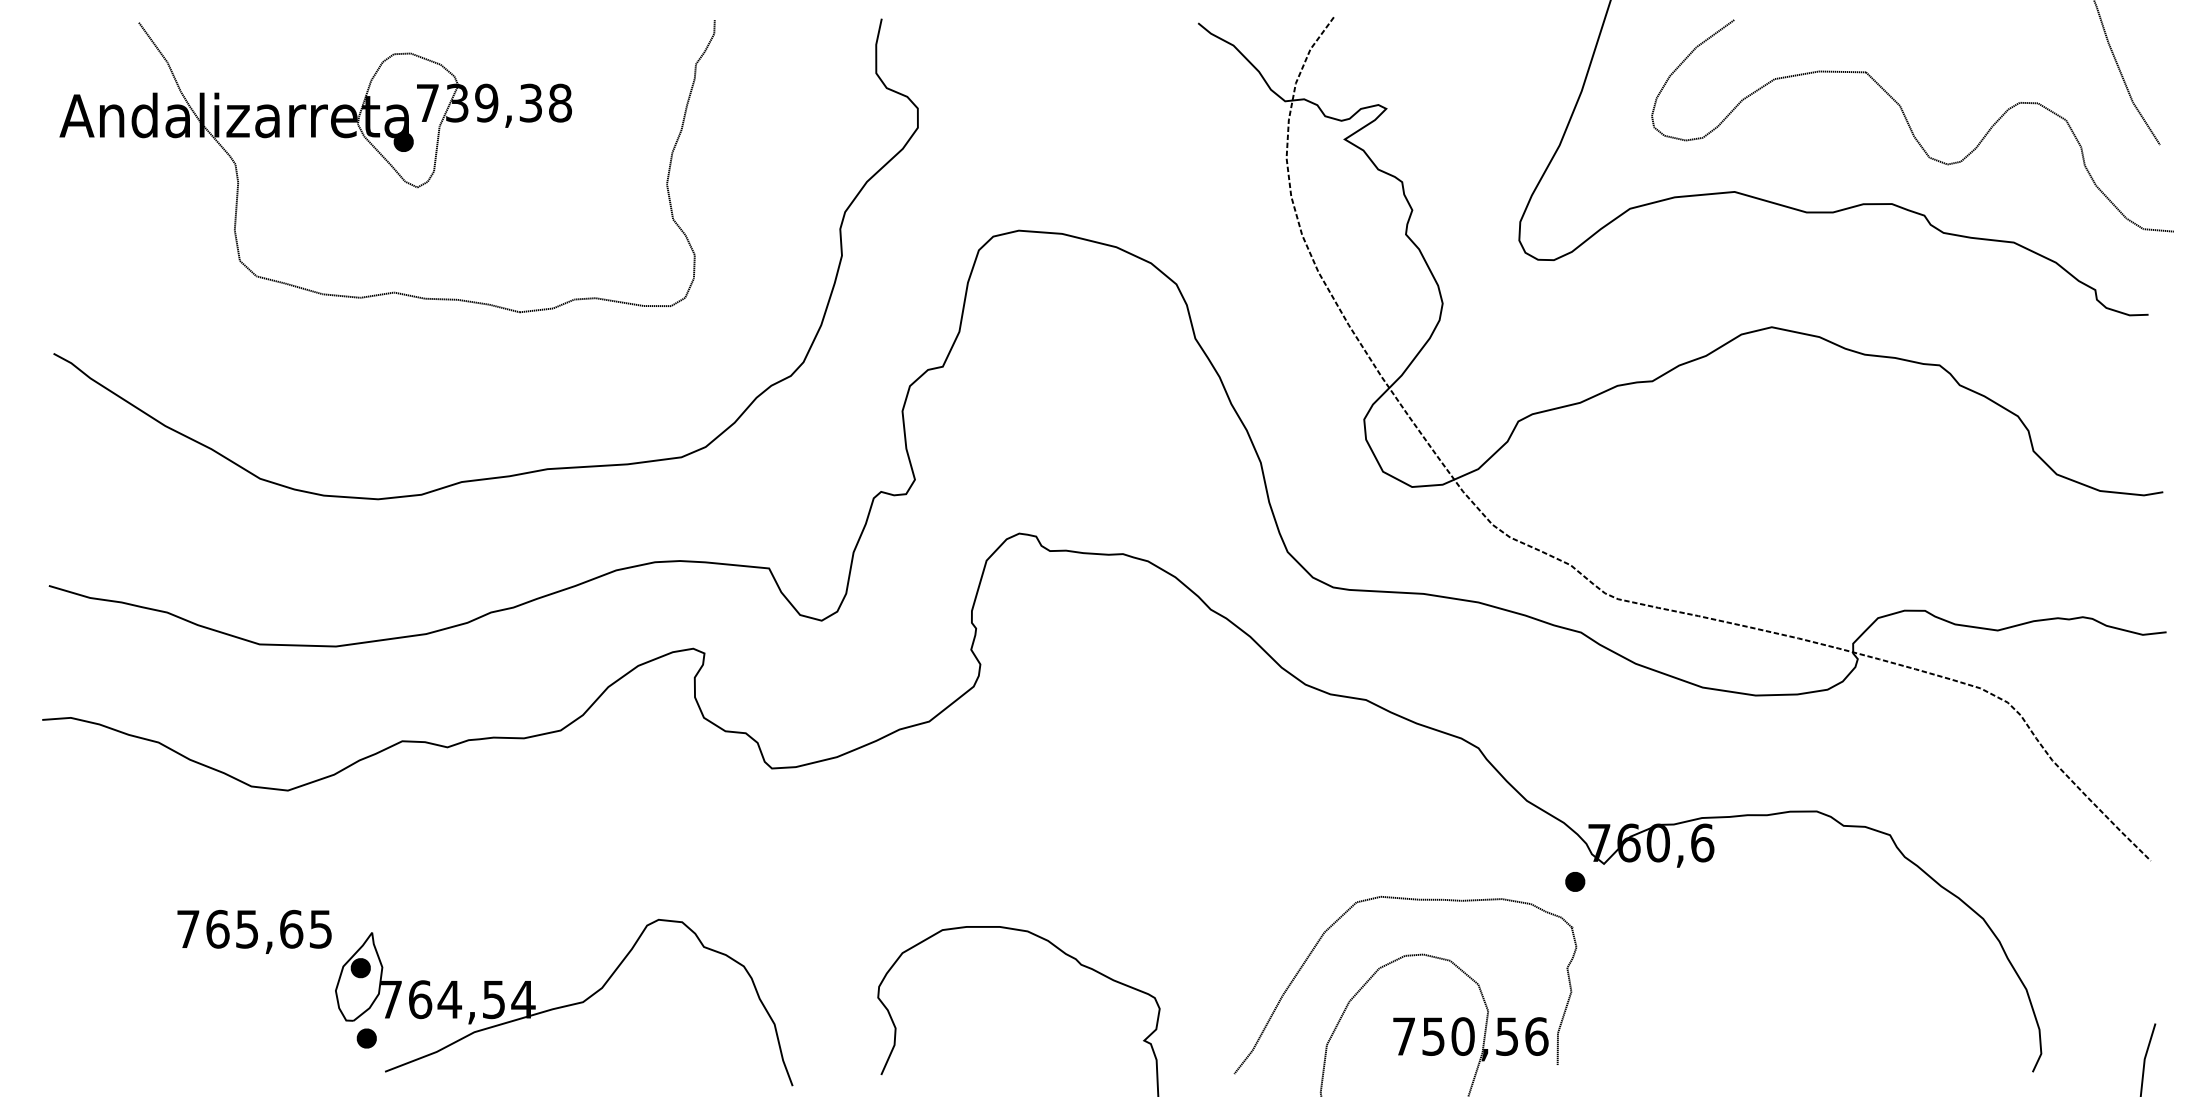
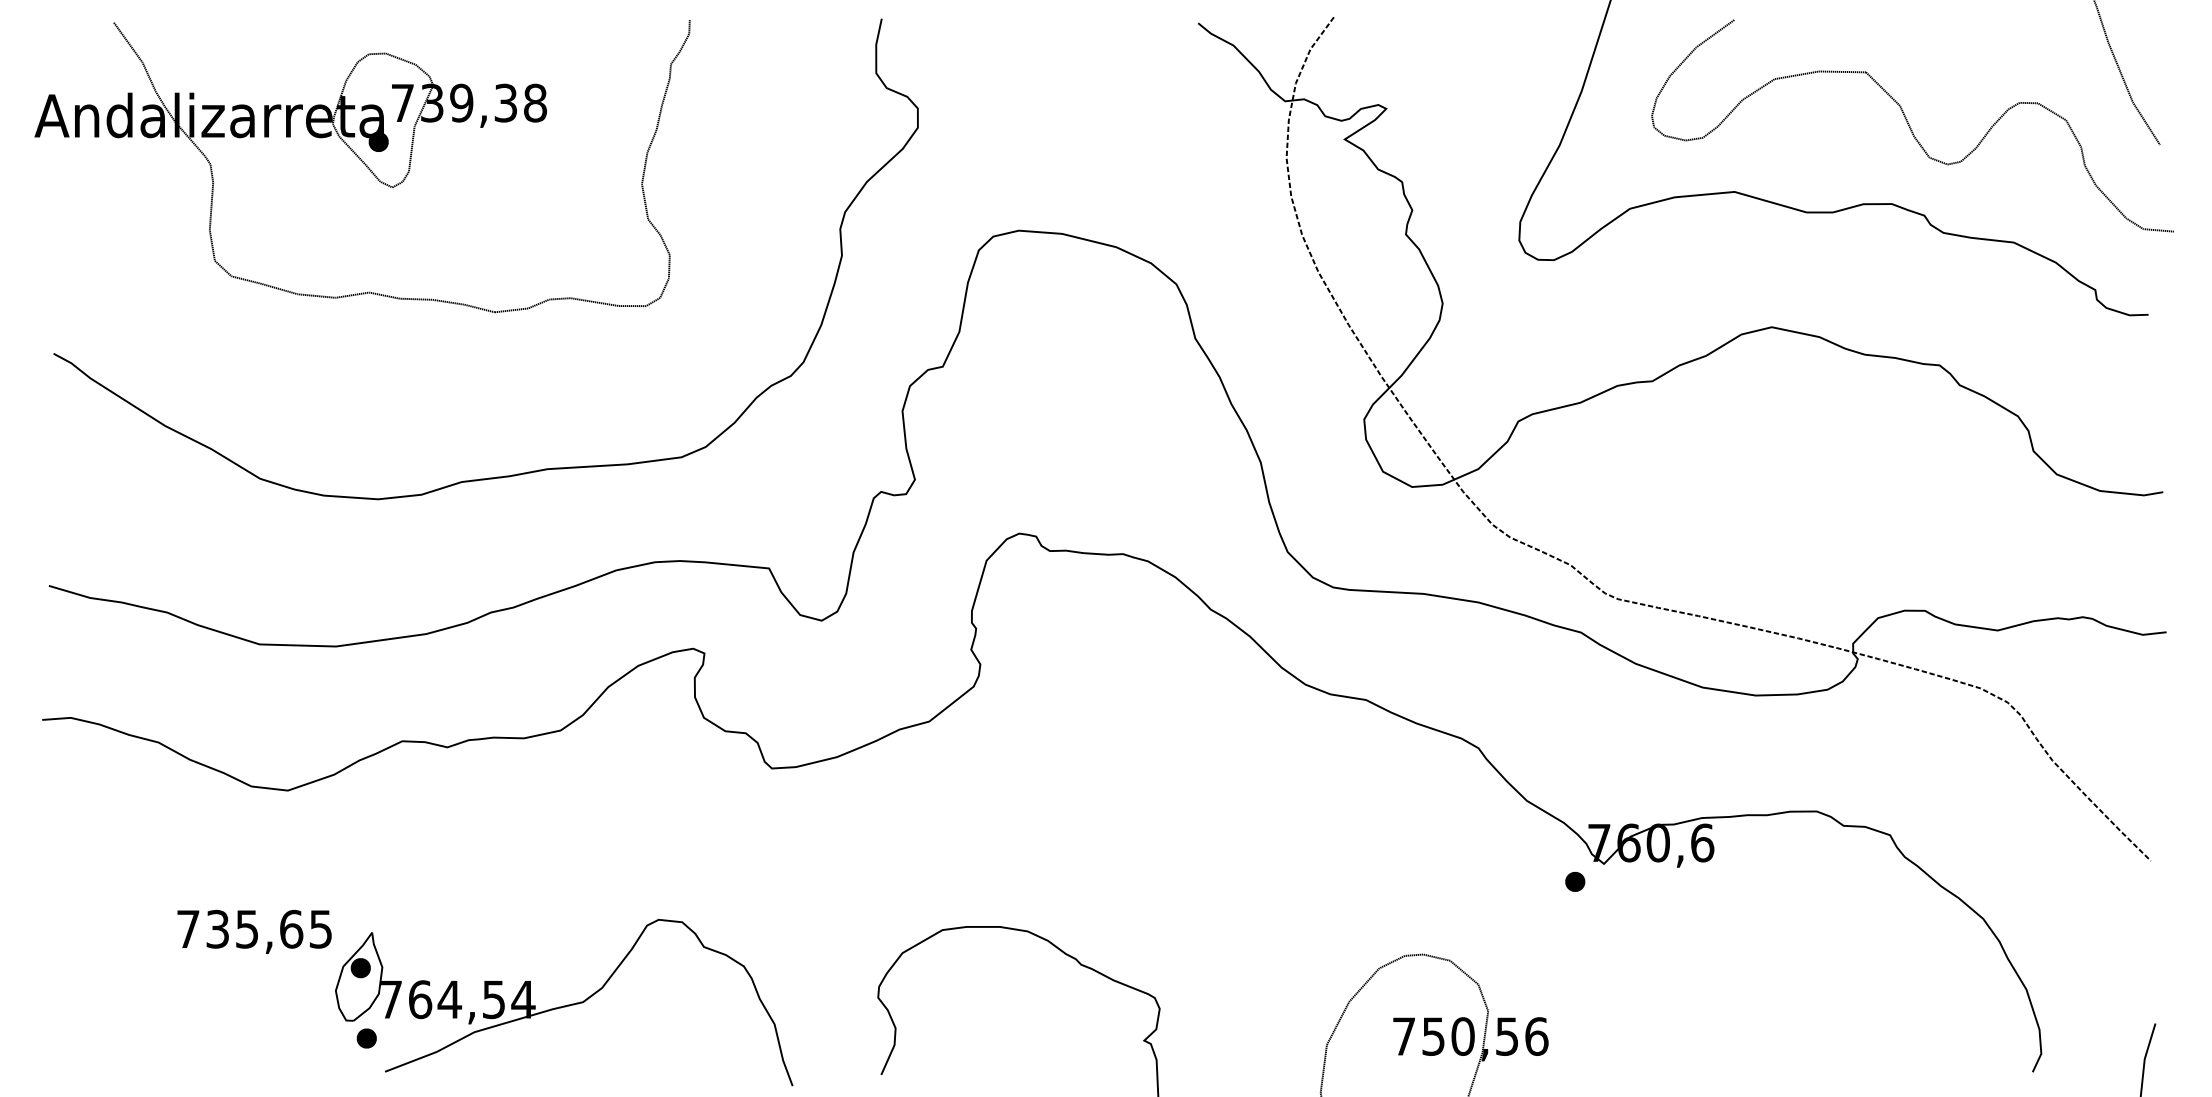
part at (387, 166) position: (387, 166) -> (362, 166)
curve at (1413, 900): present -> none
text at (217, 928): 765,65 -> 735,65
